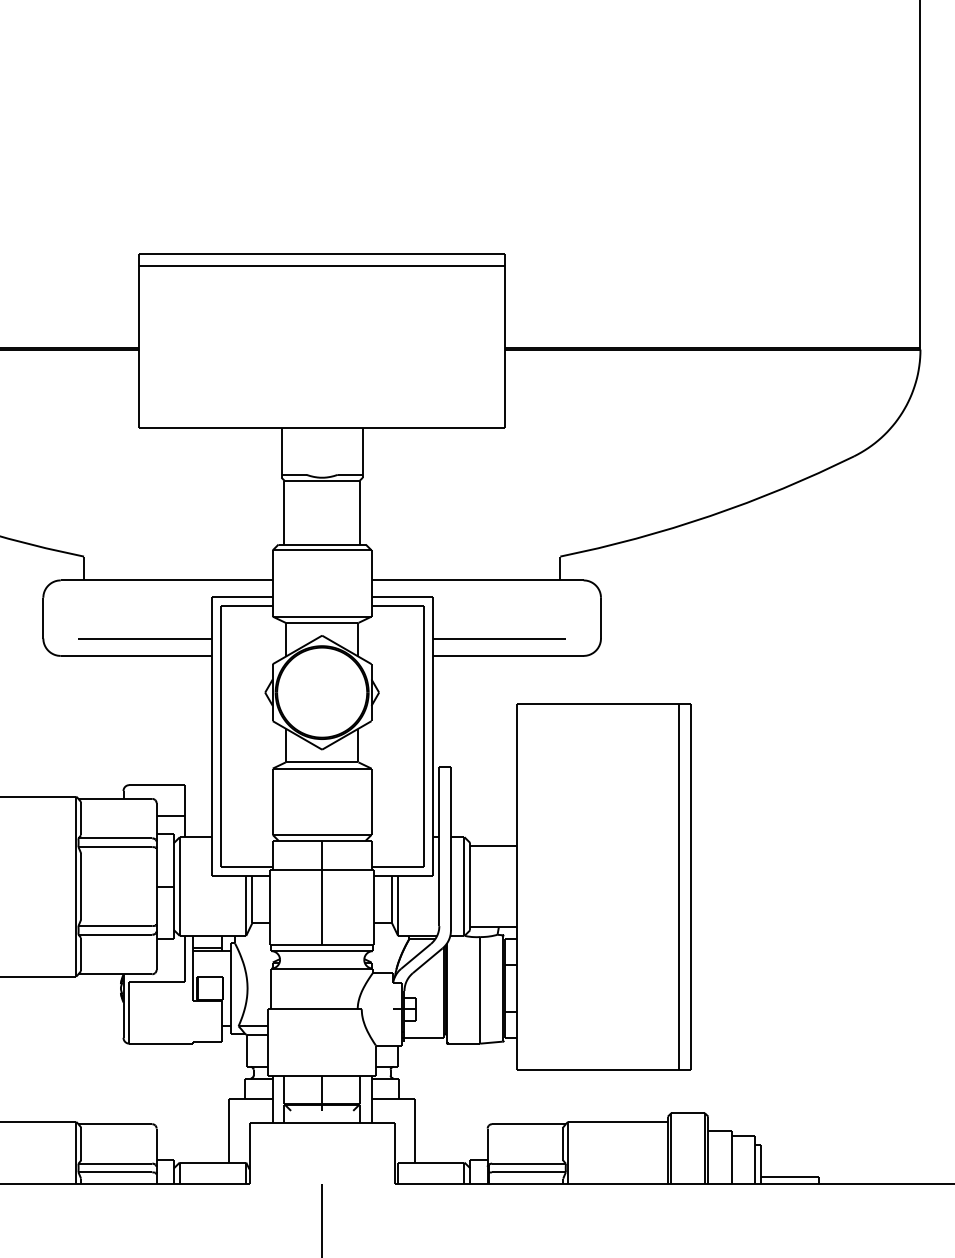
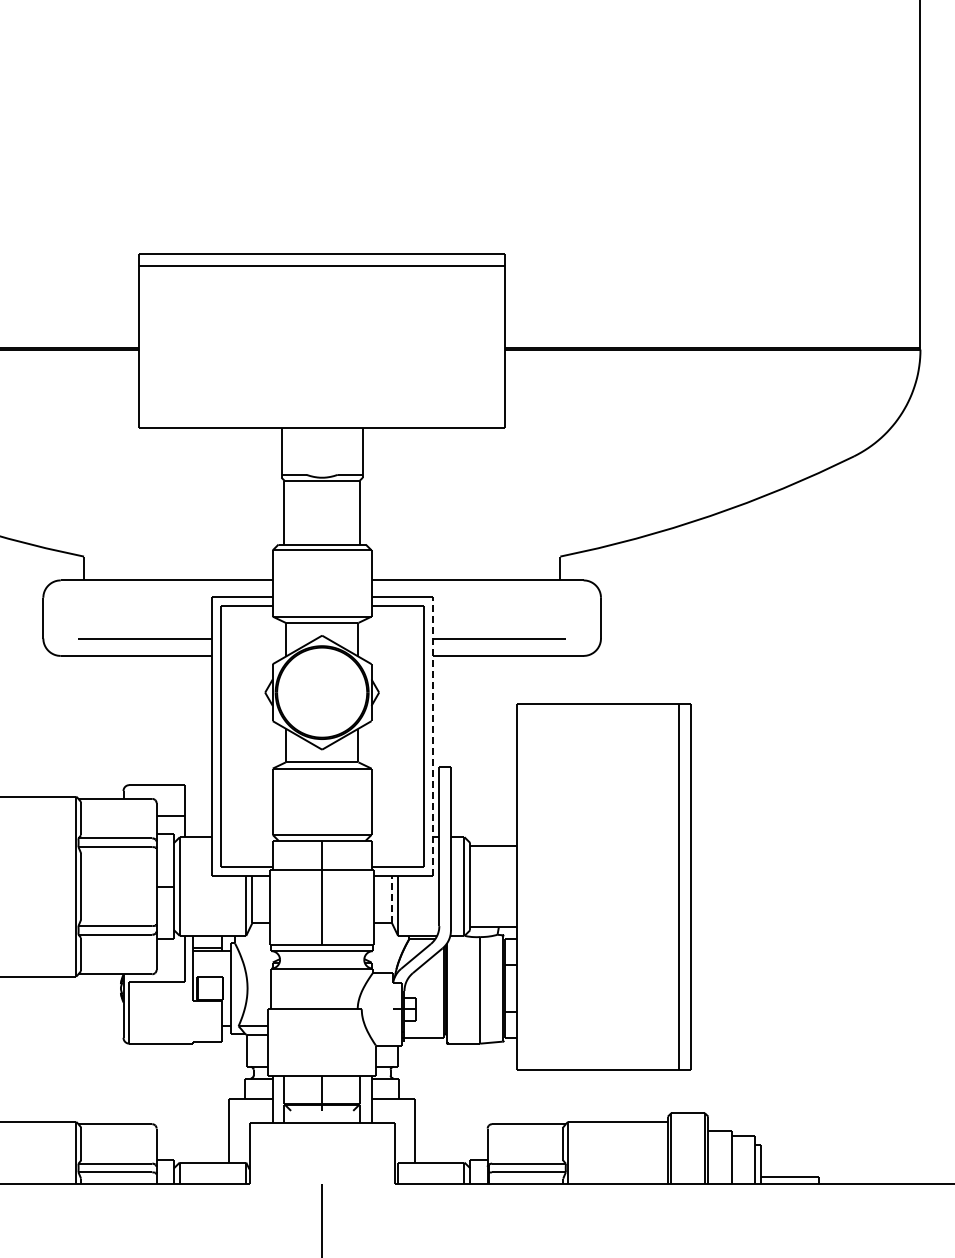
line at (432, 735): solid -> dashed
line at (391, 899): solid -> dashed
